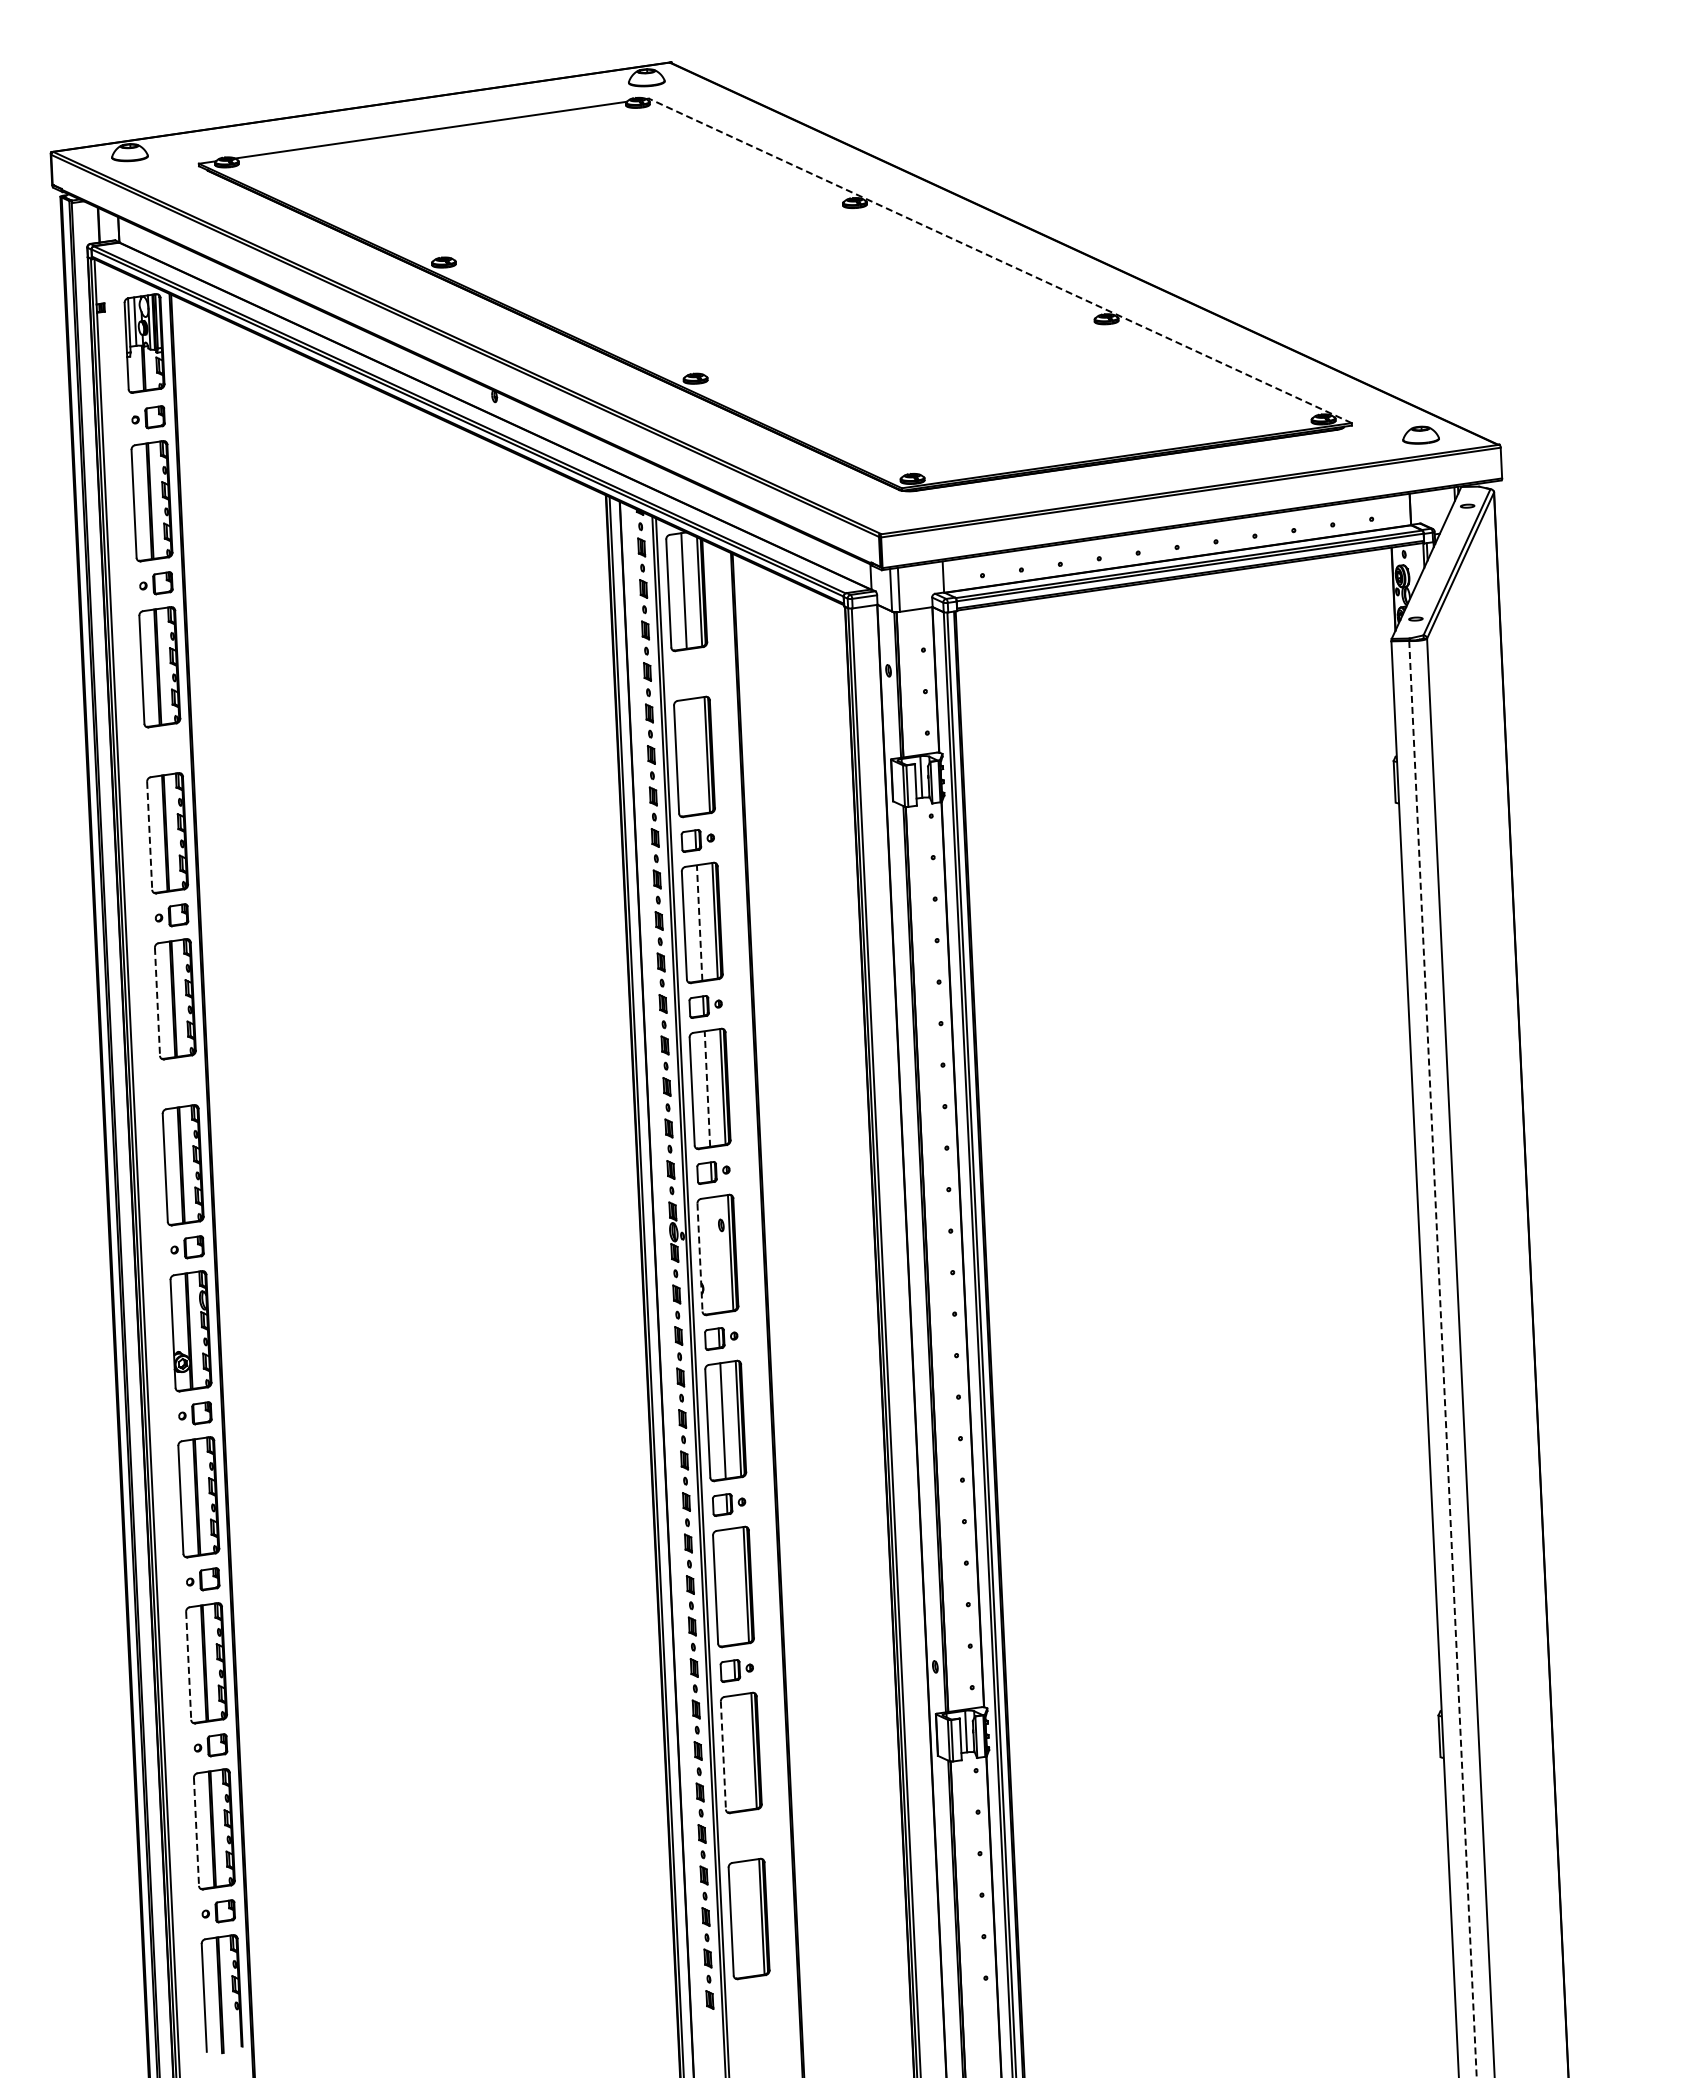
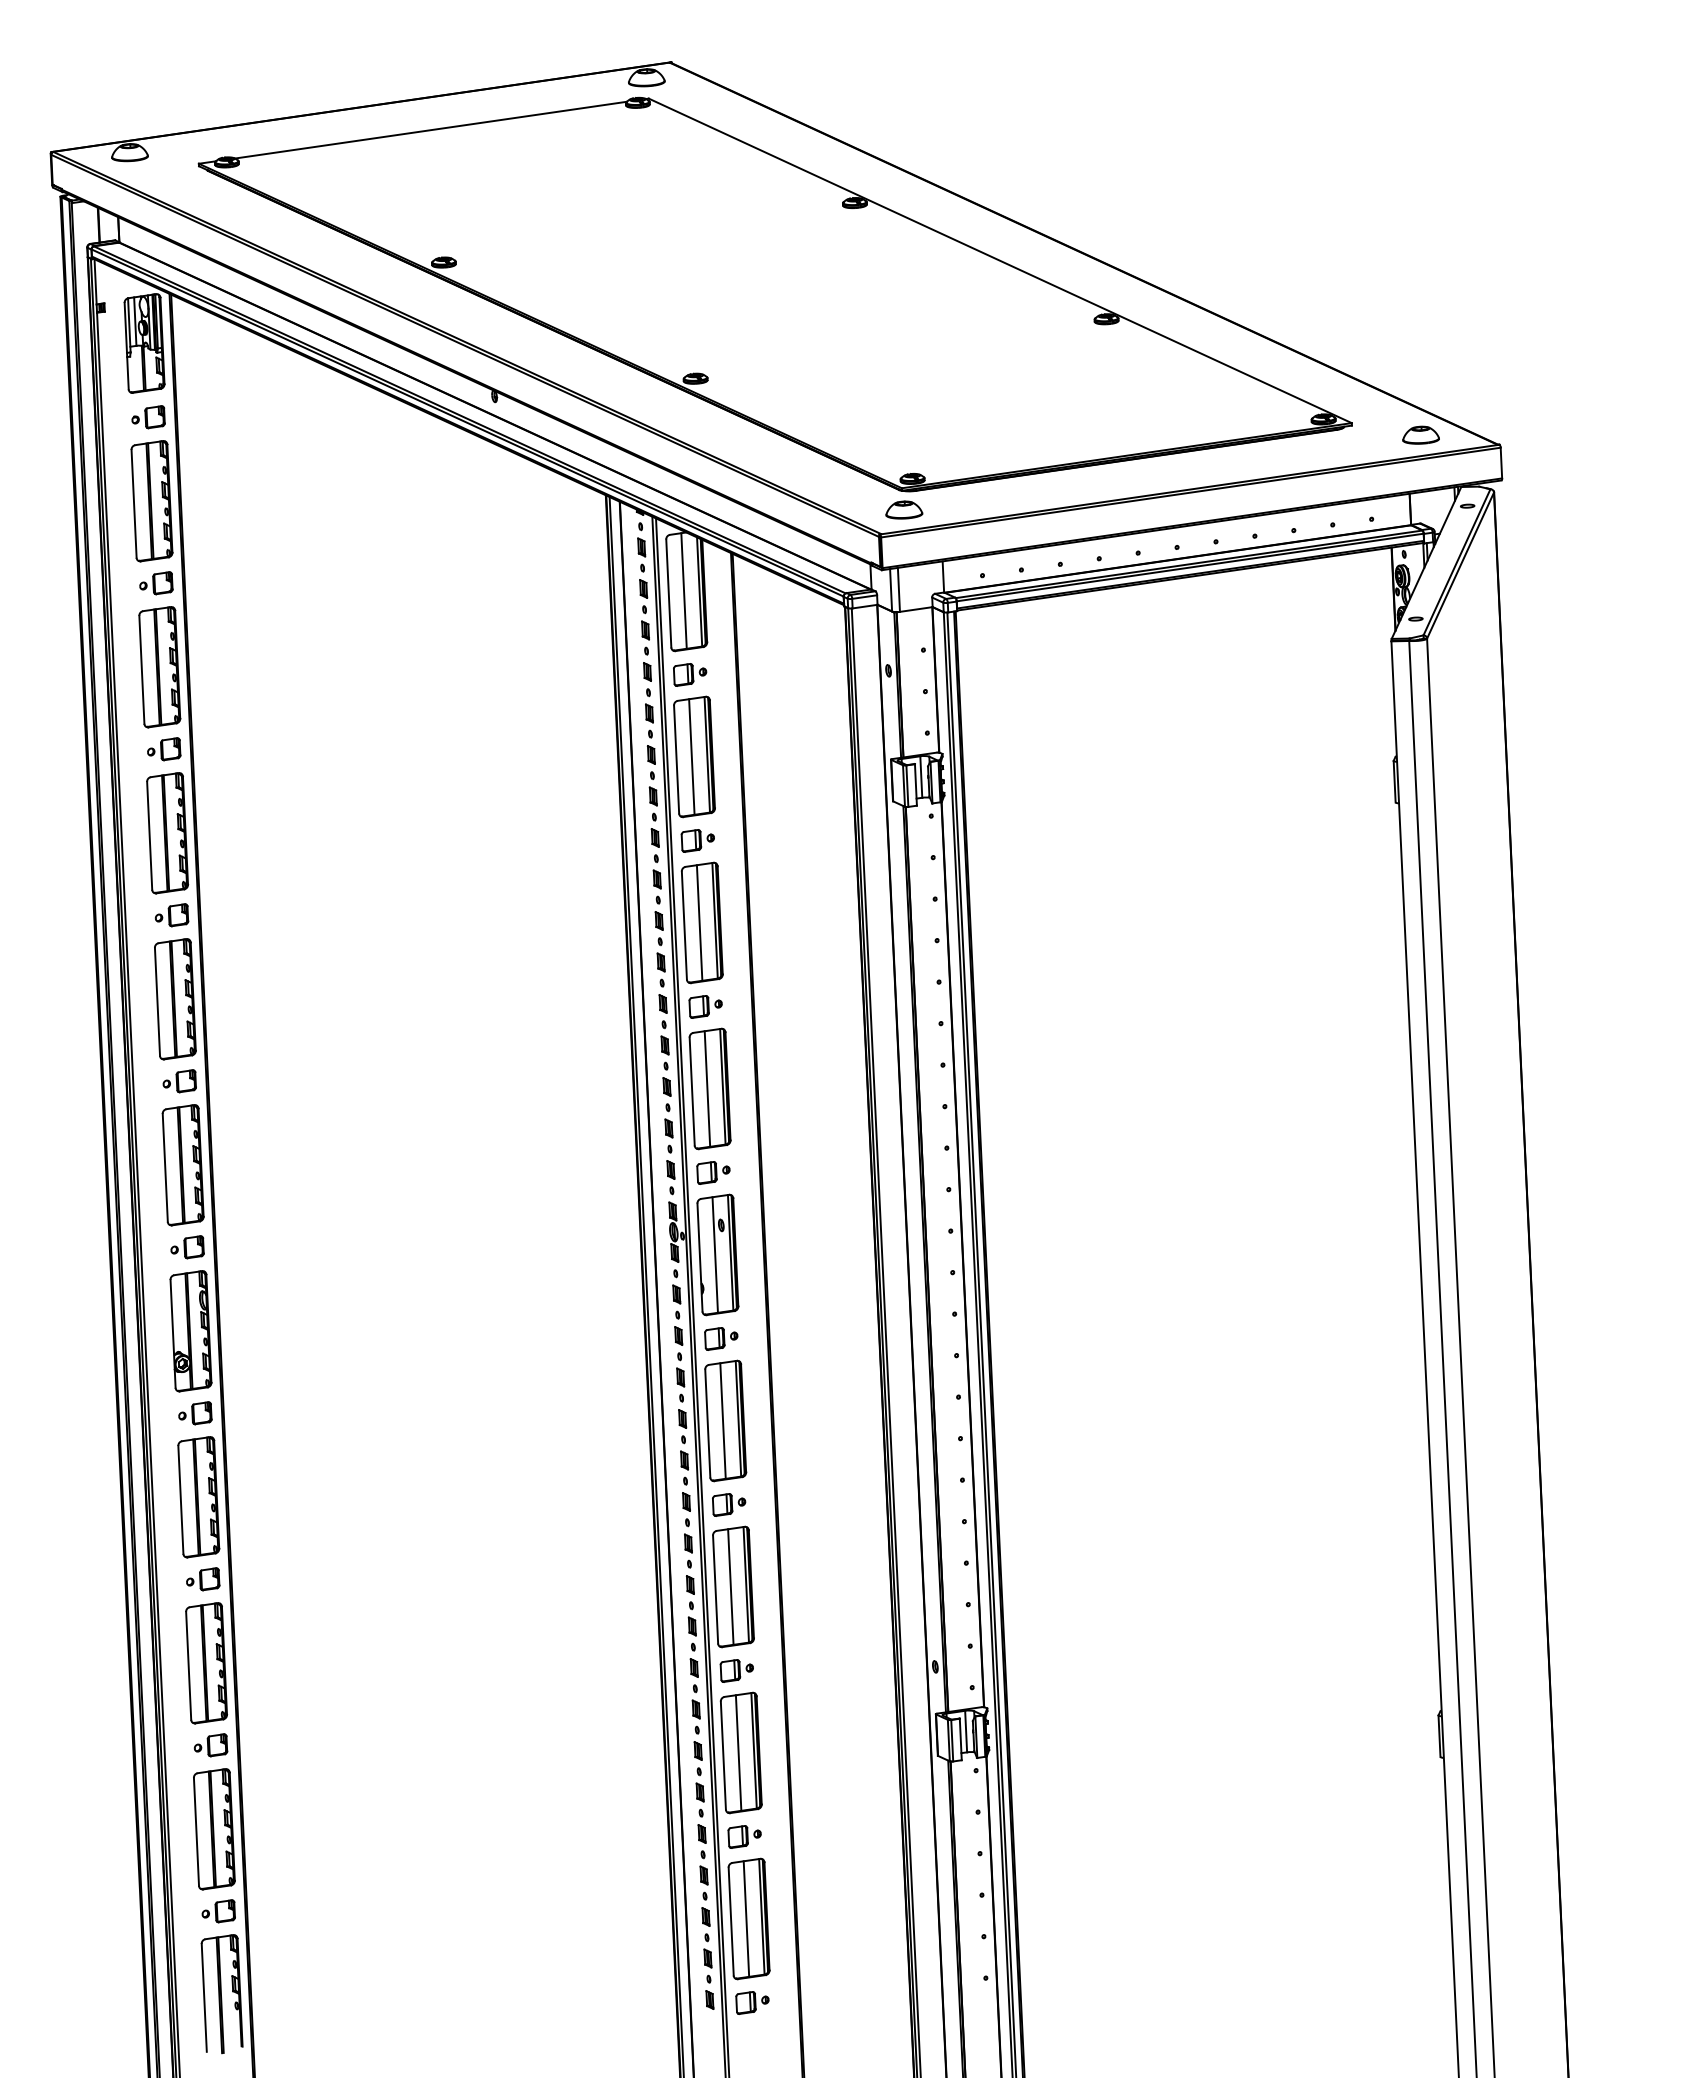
line at (999, 260): dashed -> solid
part at (904, 509): none -> present
part at (690, 674): none -> present
part at (164, 749): none -> present
line at (691, 756): none -> present
line at (149, 836): dashed -> solid
line at (699, 923): dashed -> solid
line at (157, 1002): dashed -> solid
part at (179, 1081): none -> present
line at (707, 1089): dashed -> solid
line at (714, 1254): none -> present
line at (700, 1258): dashed -> solid
line at (1442, 1359): dashed -> solid
line at (730, 1586): none -> present
line at (188, 1666): dashed -> solid
line at (738, 1752): none -> present
line at (723, 1756): dashed -> solid
line at (196, 1832): dashed -> solid
part at (744, 1836): none -> present
line at (746, 1918): none -> present
part at (752, 2002): none -> present
